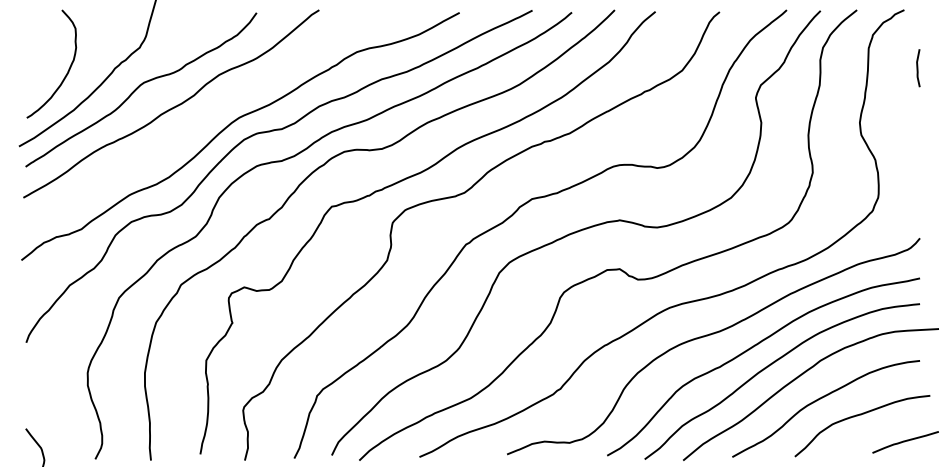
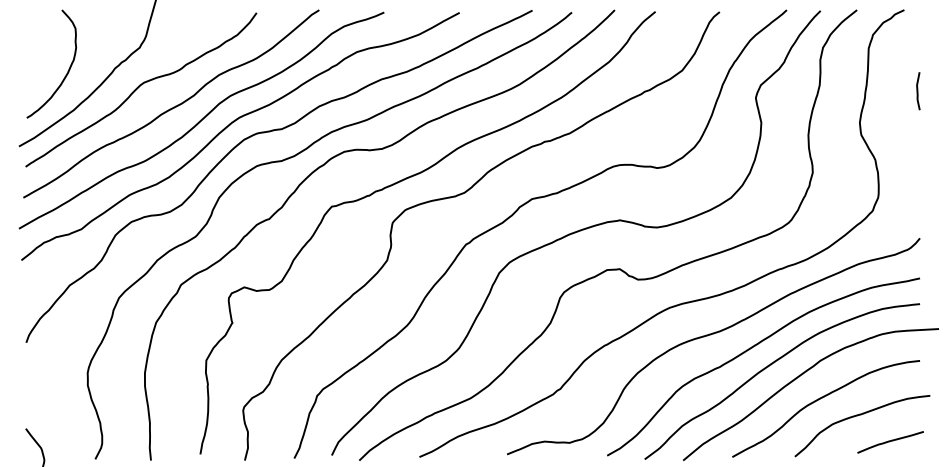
curve at (918, 68) position: (918, 68) -> (918, 91)
curve at (201, 120): none -> present
curve at (905, 441) position: (905, 441) -> (890, 441)
